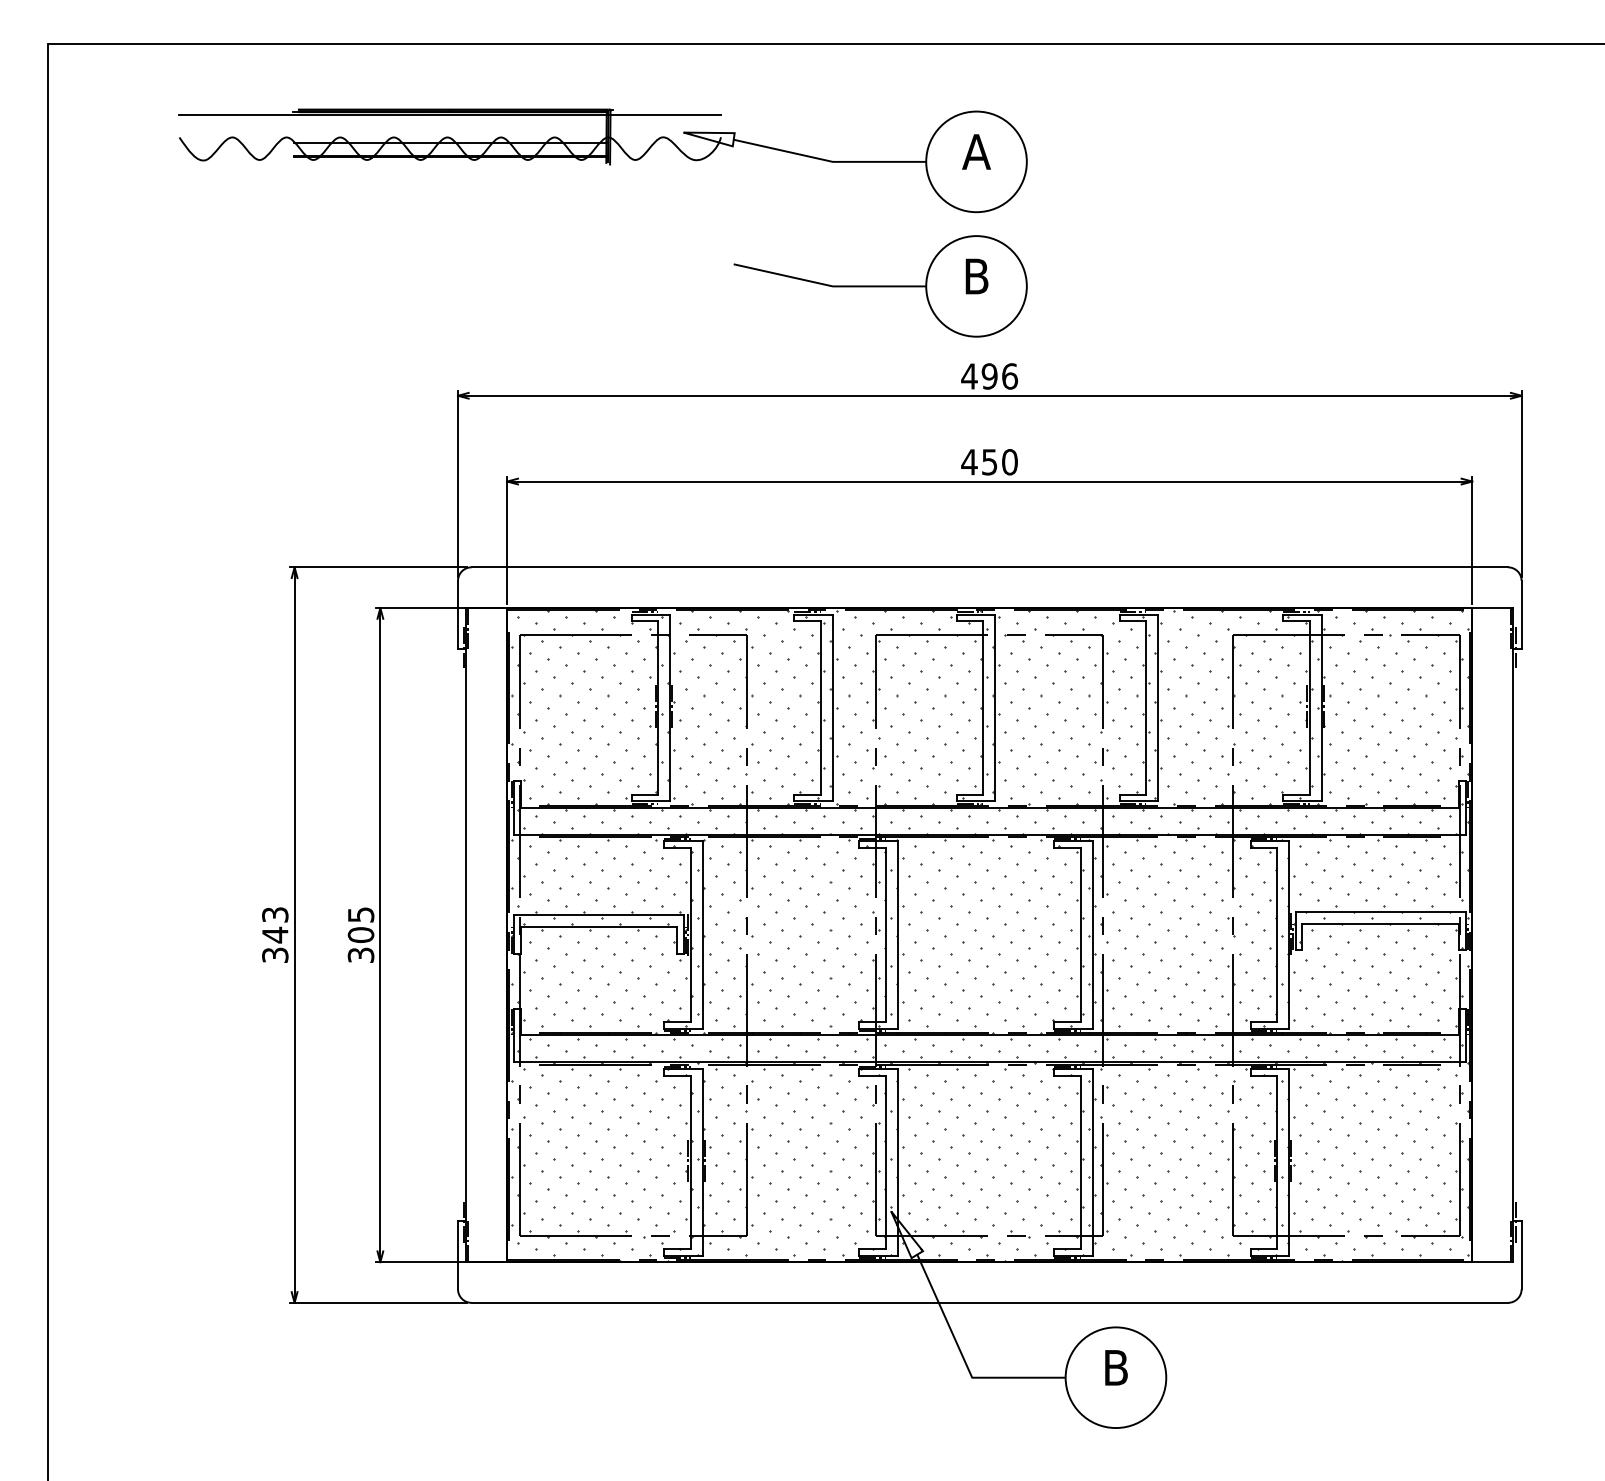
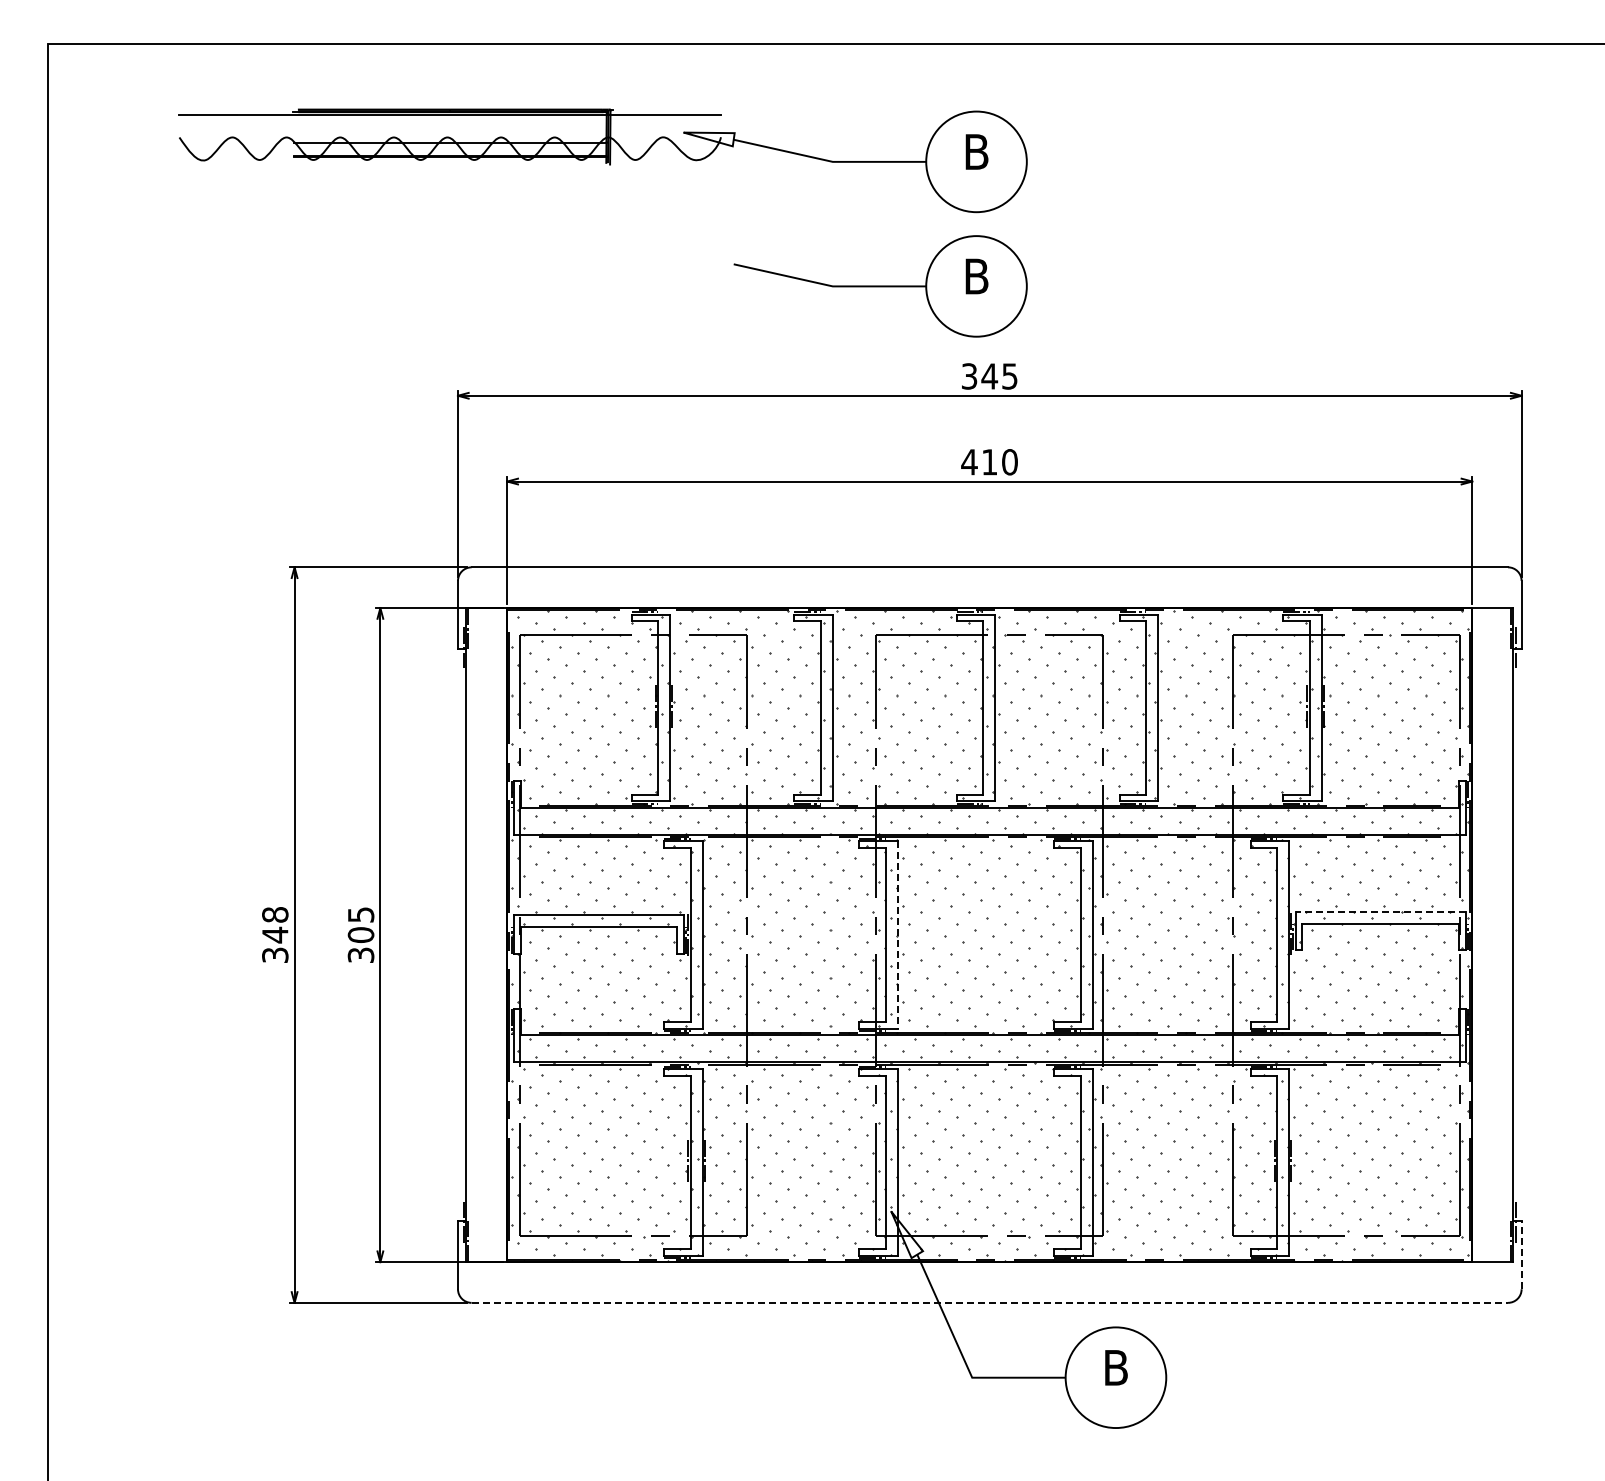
text at (976, 151): A -> B
text at (989, 376): 496 -> 345
text at (989, 462): 450 -> 410
line at (1380, 911): solid -> dashed
text at (275, 914): 343 -> 348
line at (897, 935): solid -> dashed
line at (1521, 1255): solid -> dashed
line at (990, 1302): solid -> dashed
